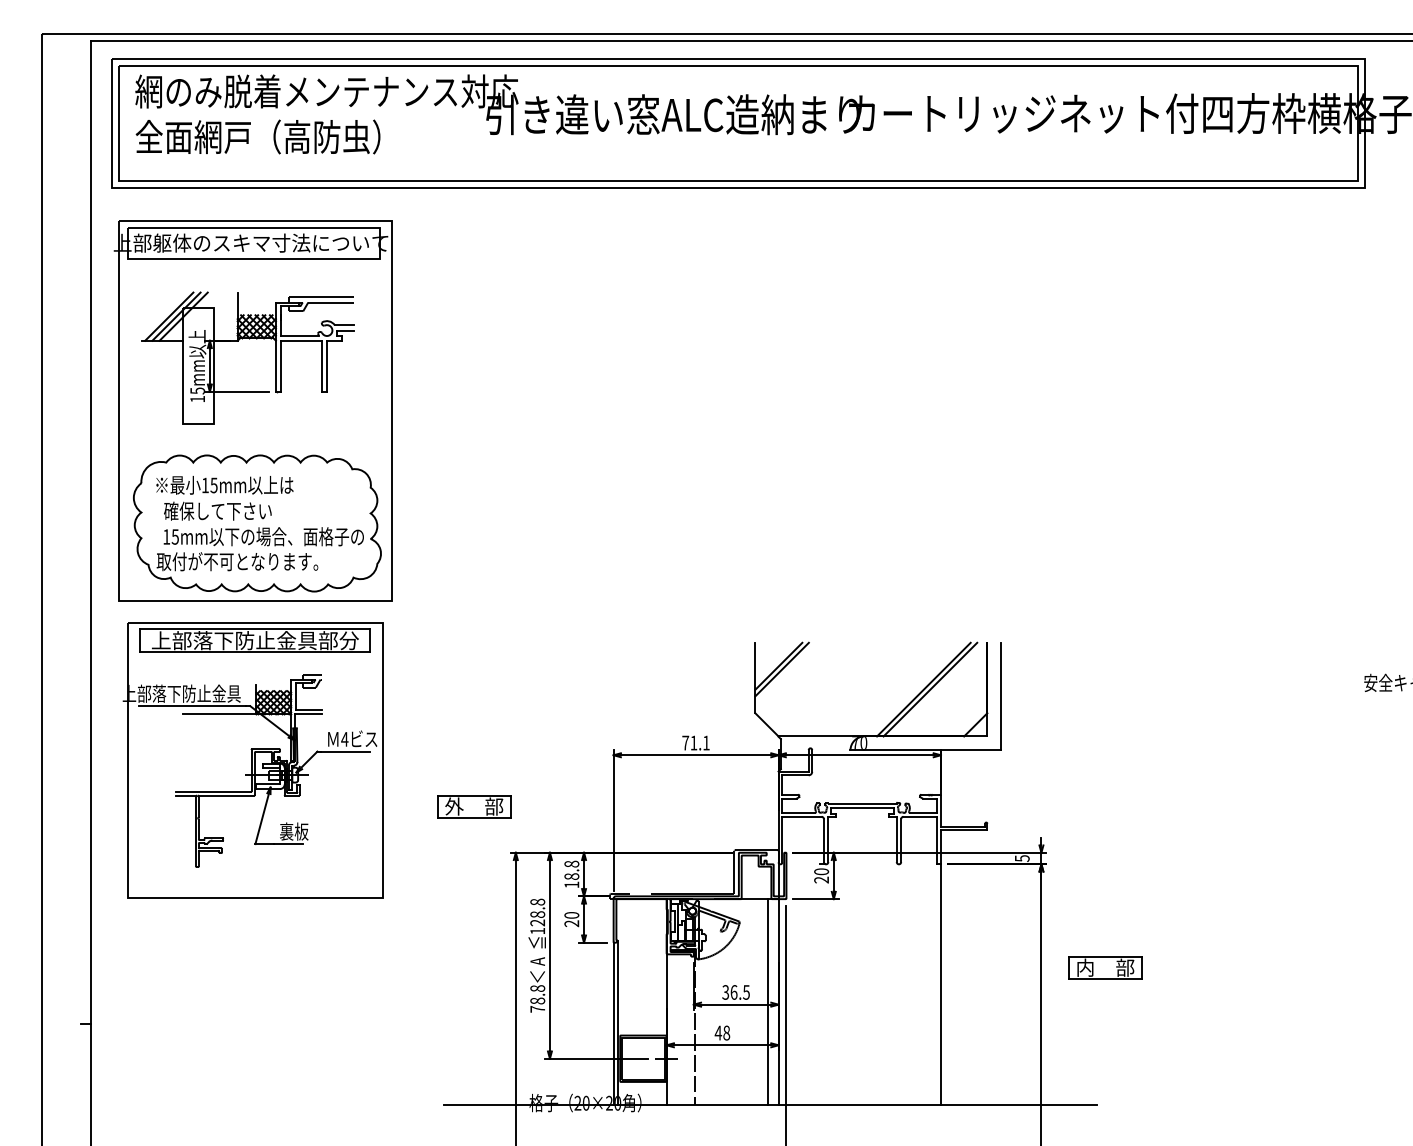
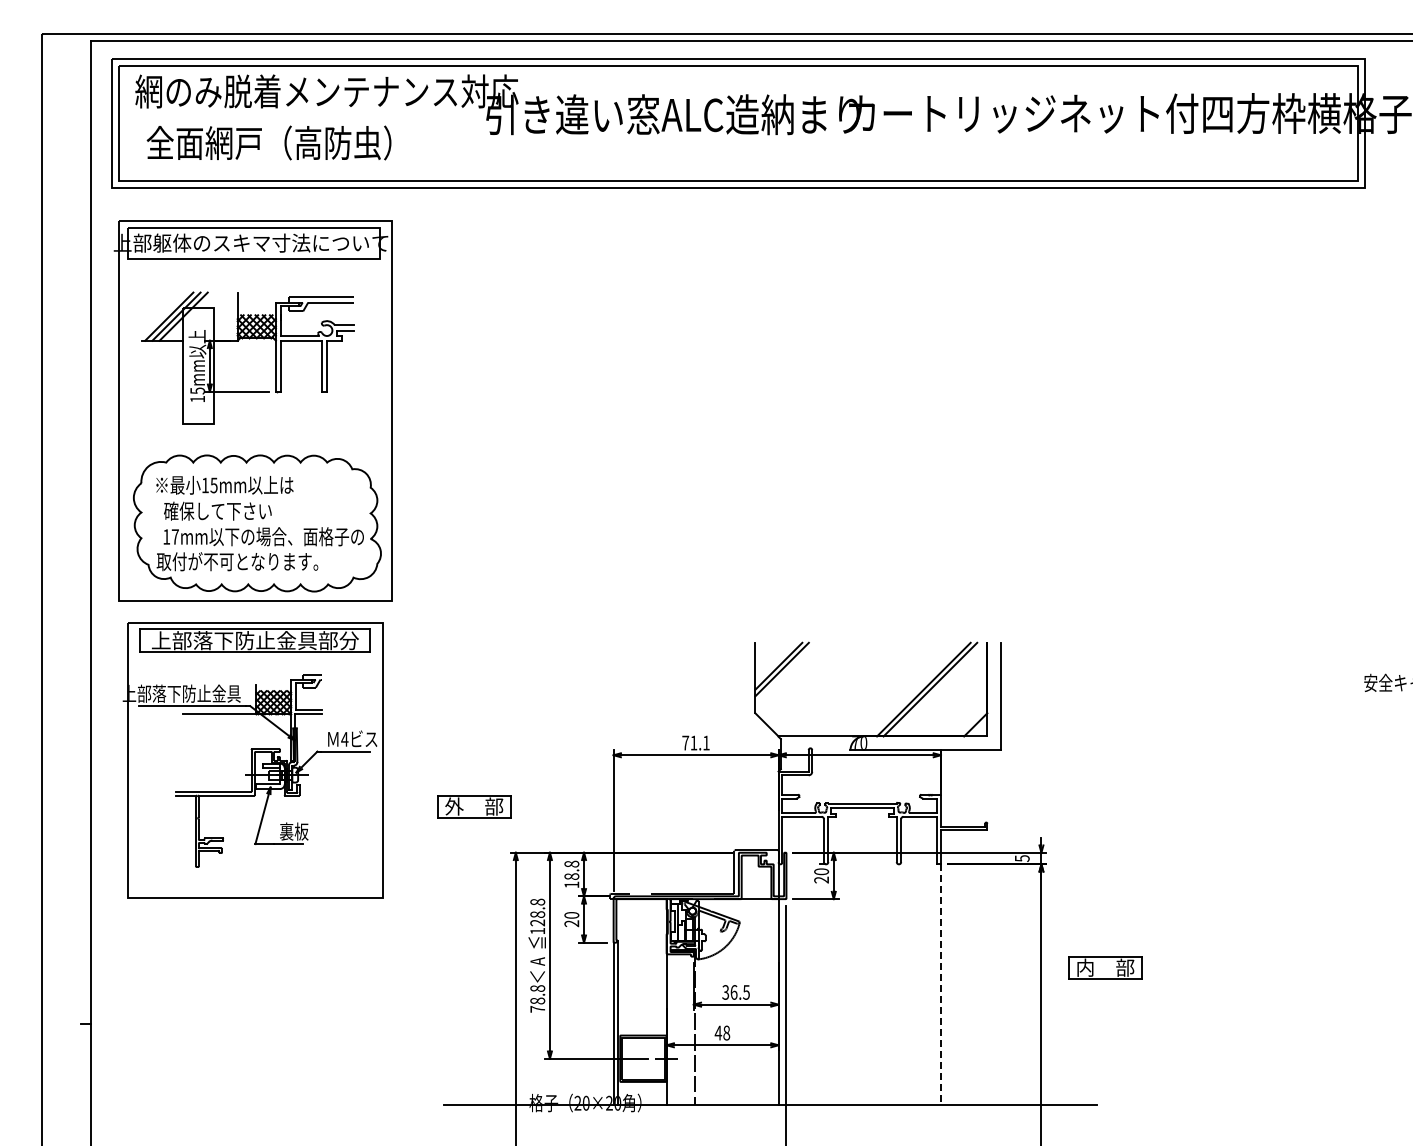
text at (257, 136) position: (257, 136) -> (268, 142)
text at (174, 536): 15mm -> 17mm
line at (940, 985): solid -> dashed
line at (767, 1002): present -> none
